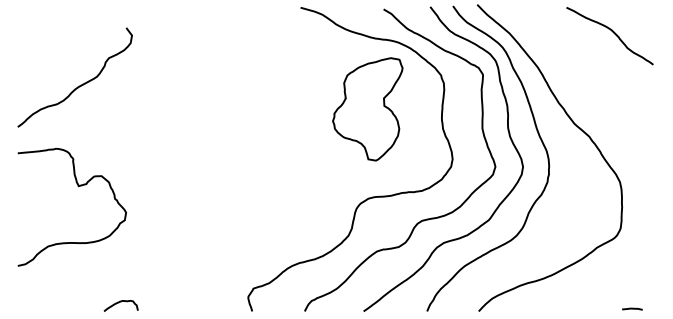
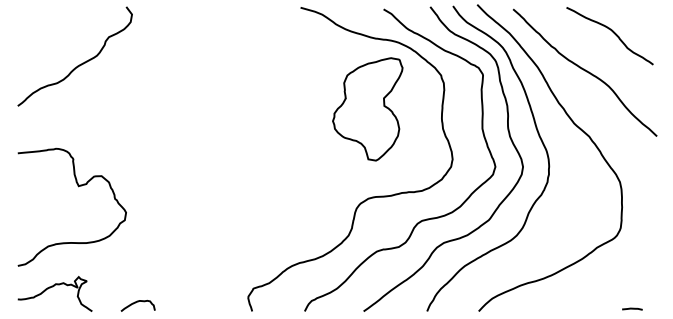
curve at (584, 71): none -> present
curve at (79, 85) position: (79, 85) -> (79, 64)
curve at (52, 287): none -> present
curve at (118, 303) position: (118, 303) -> (135, 303)
